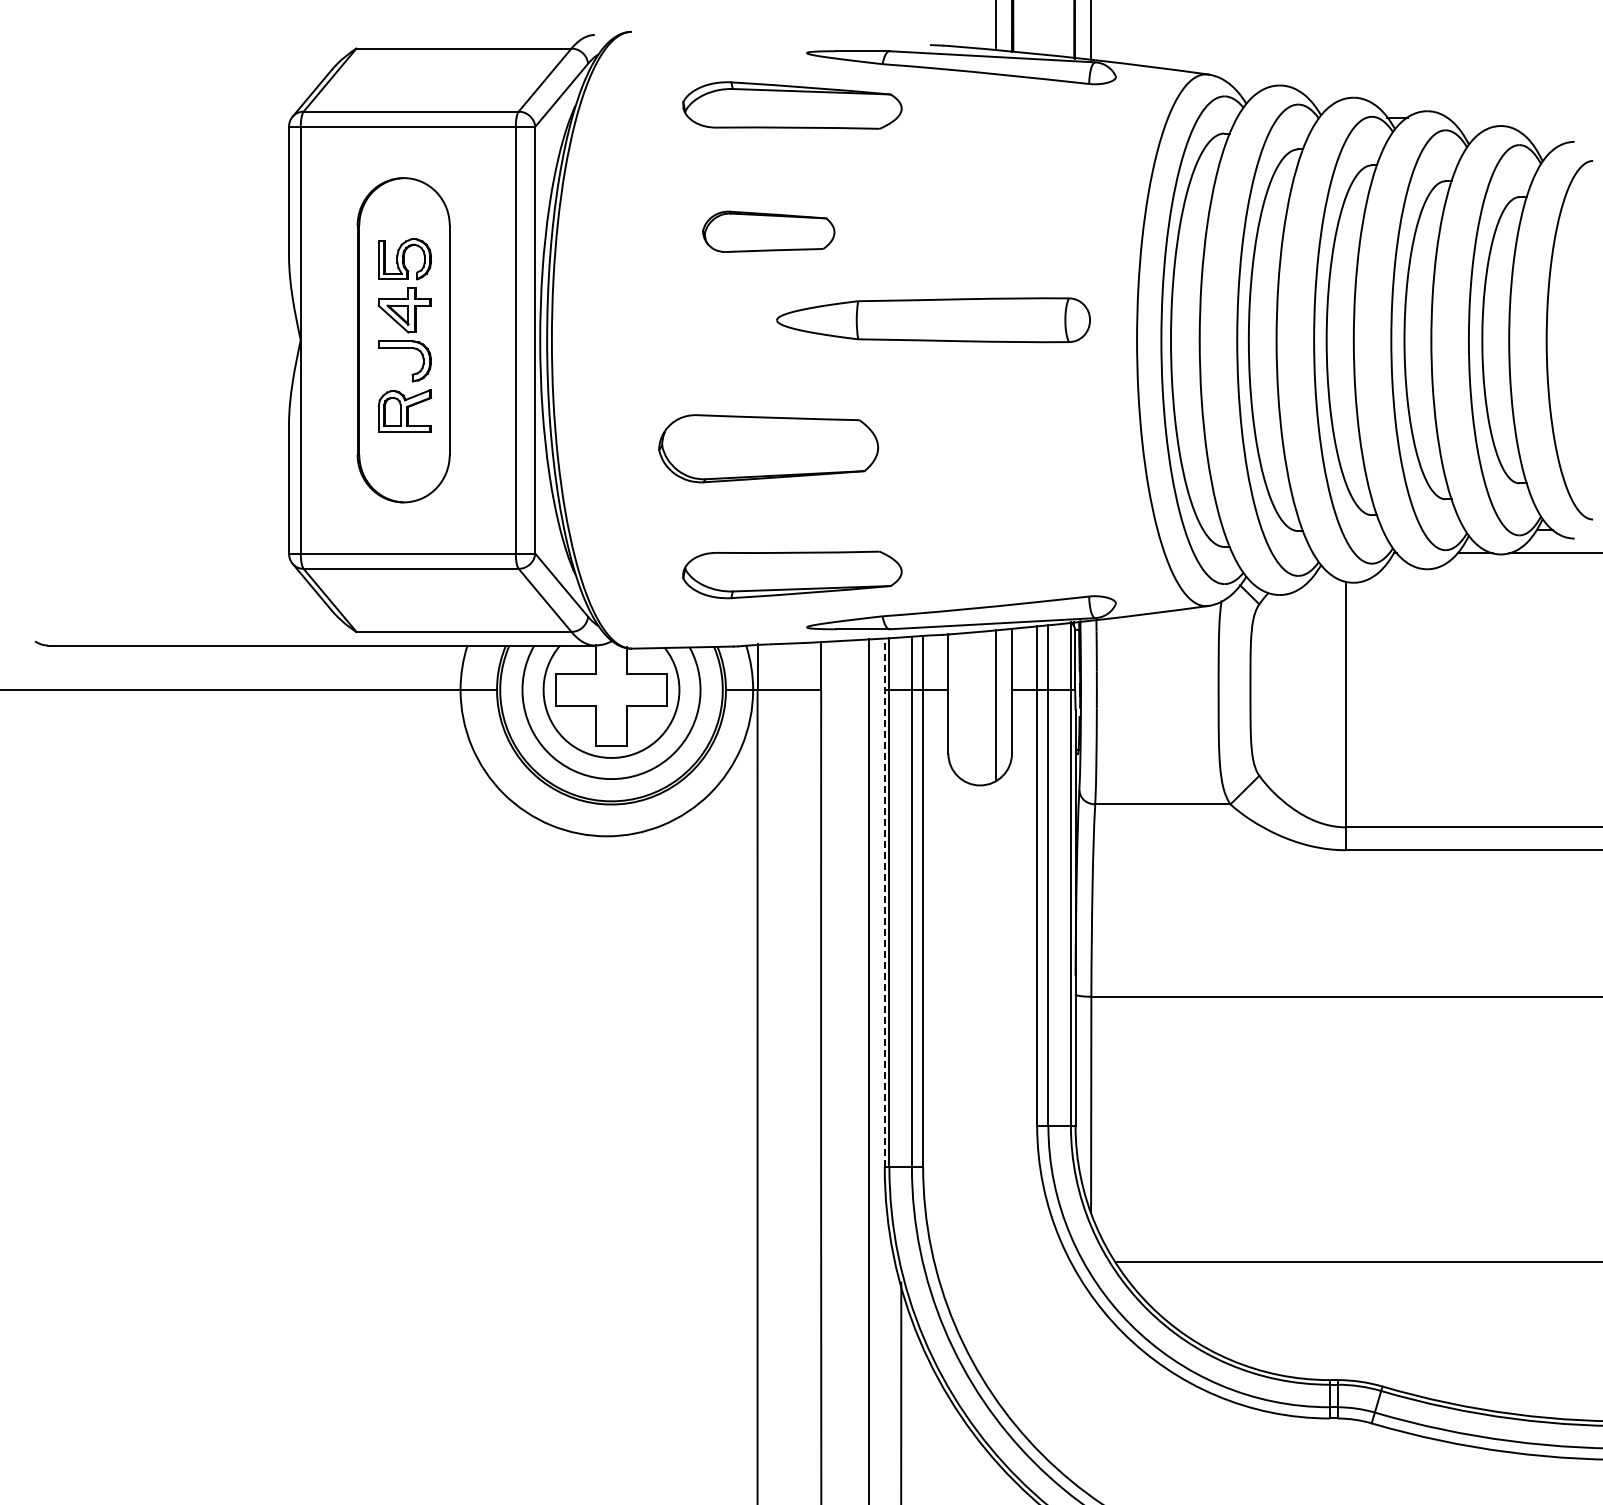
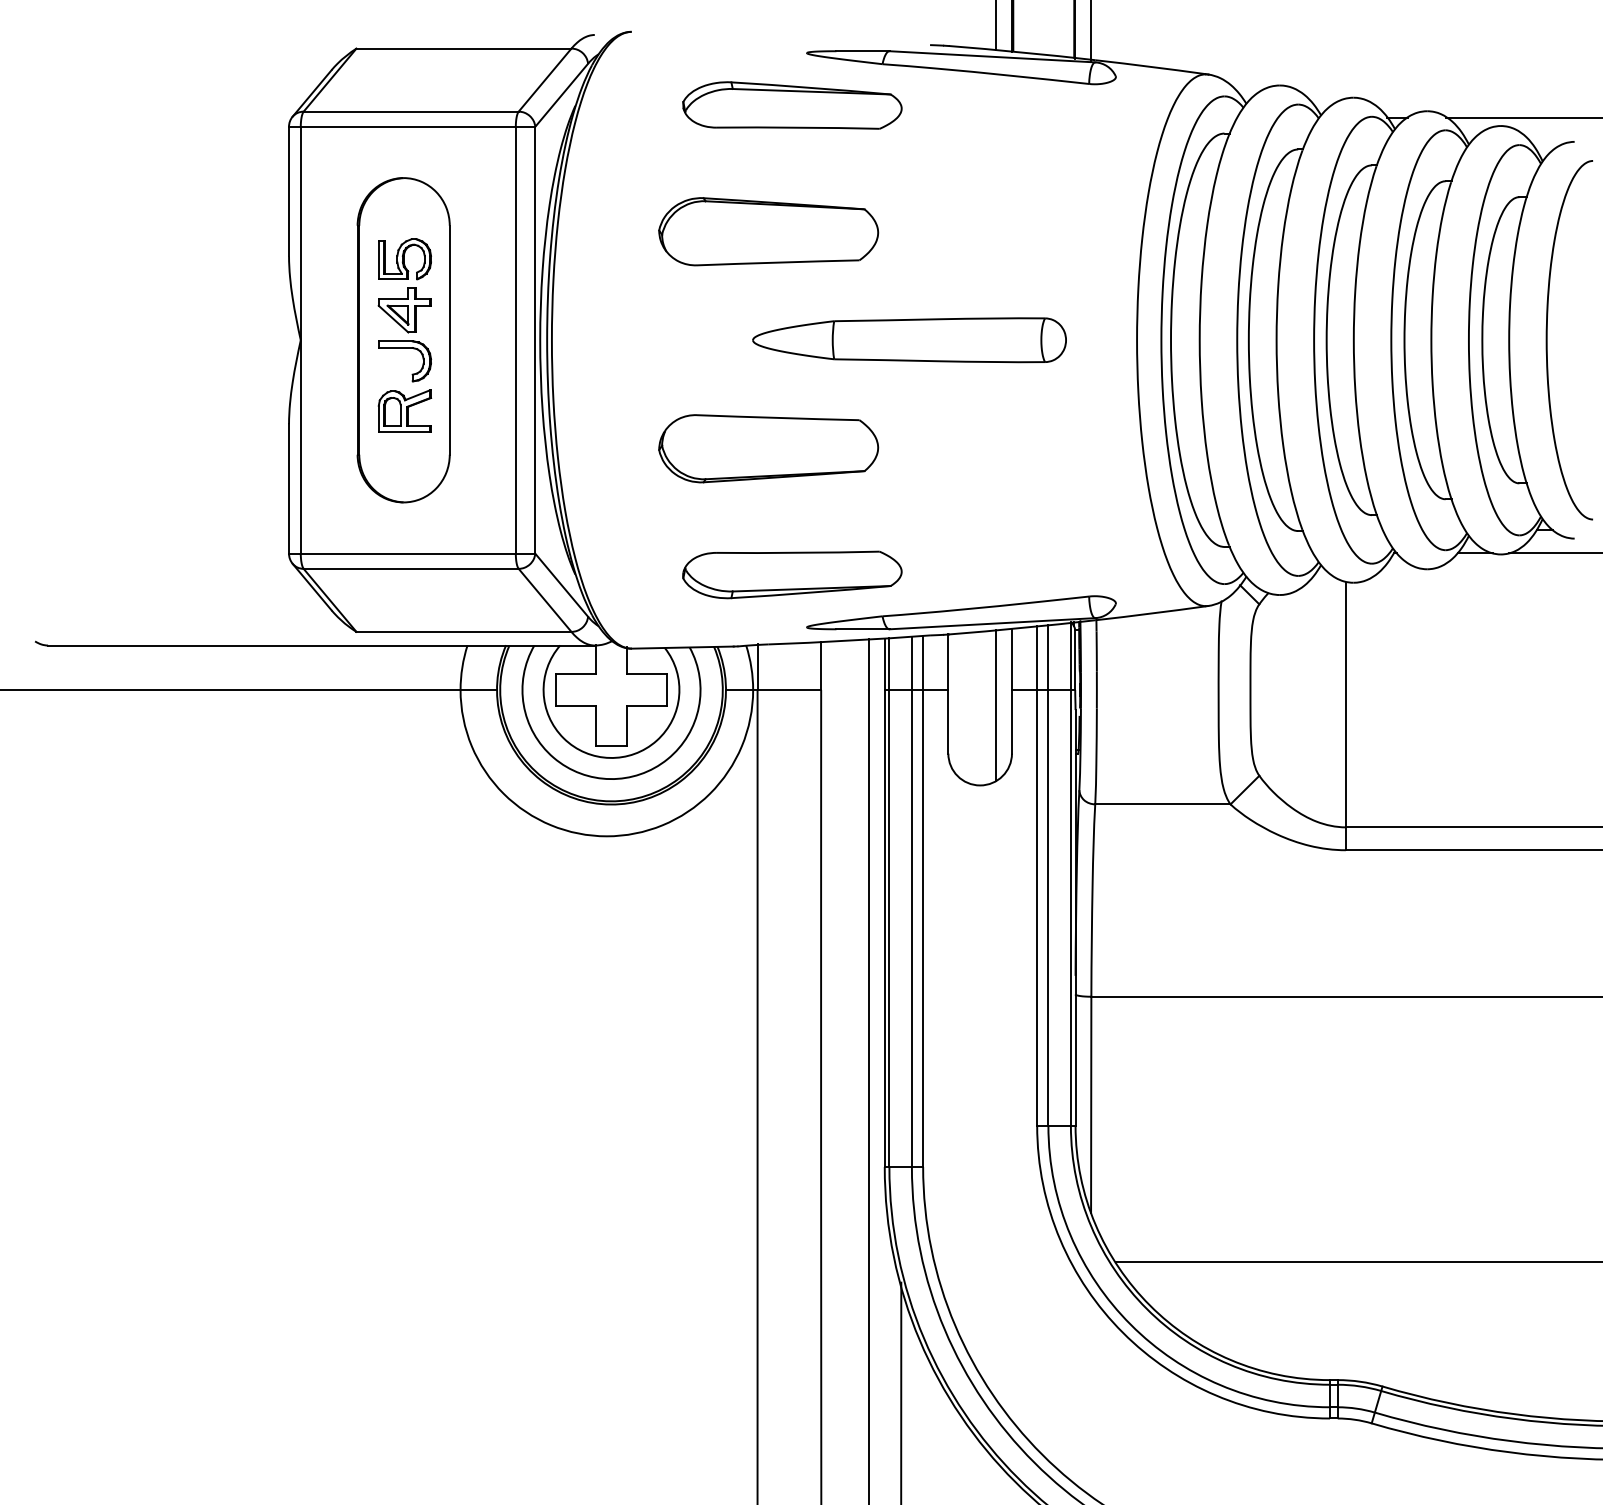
line at (1522, 117): none -> present
part at (768, 231) size: 134x43 px -> 222x70 px
part at (933, 320) position: (933, 320) -> (909, 340)
line at (884, 902): dashed -> solid
